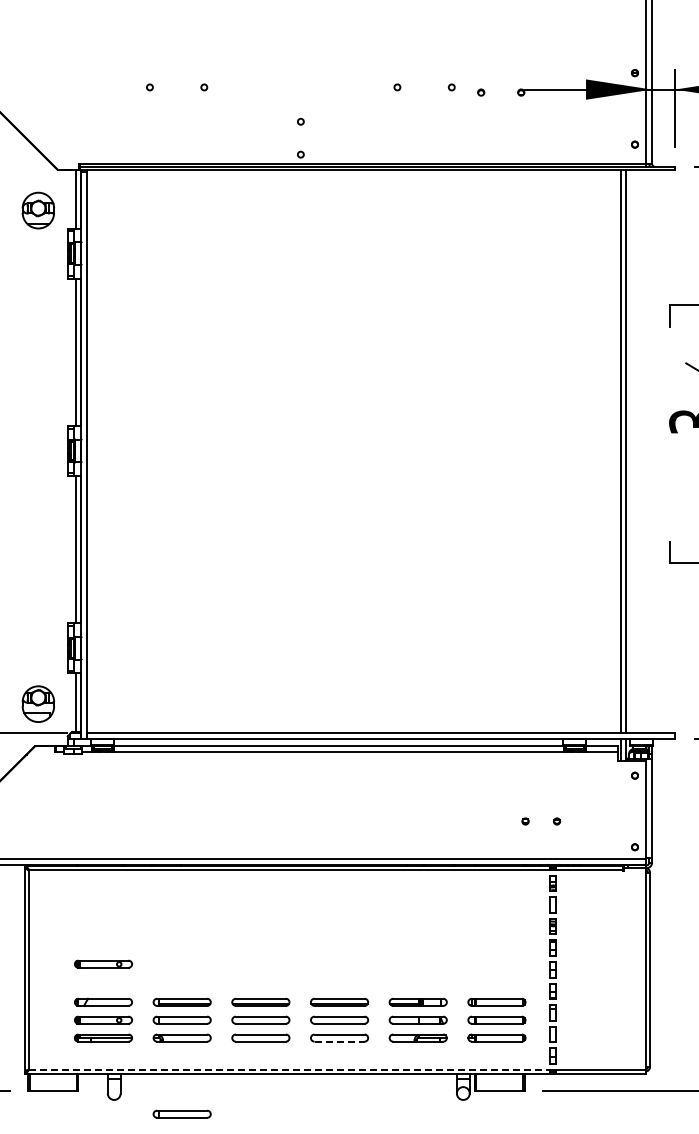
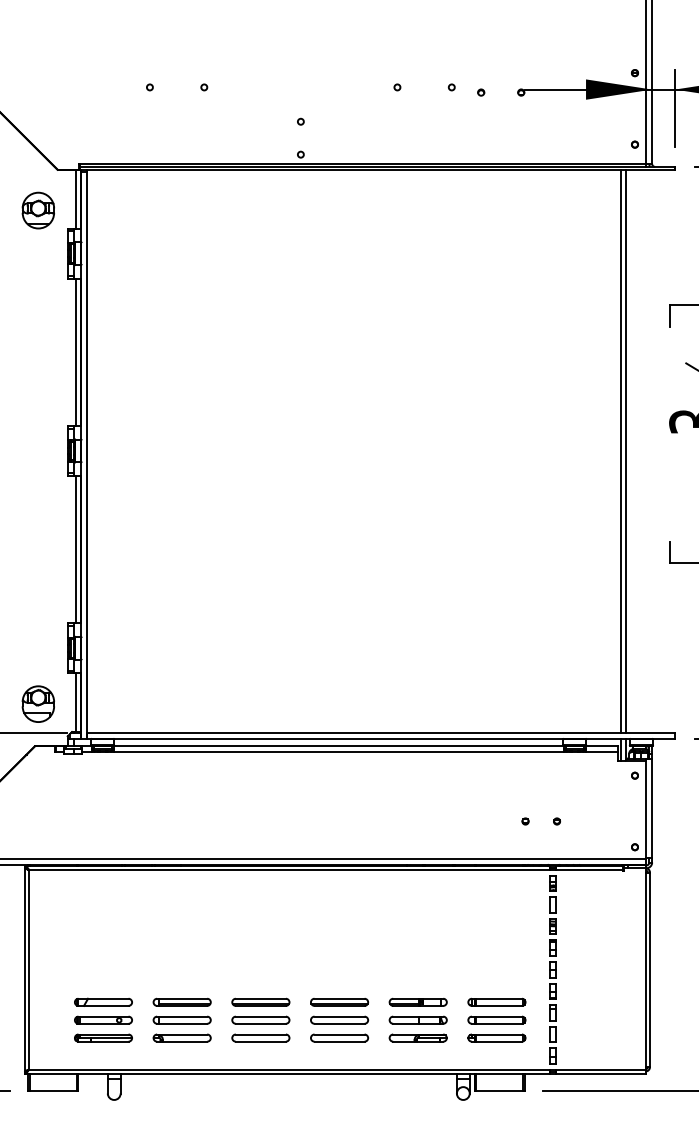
part at (103, 963): present -> none
line at (340, 1041): dashed -> solid
line at (289, 1069): dashed -> solid
part at (181, 1113): present -> none
